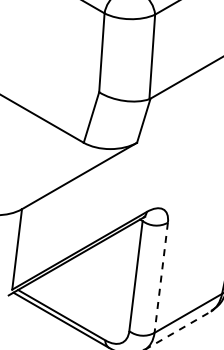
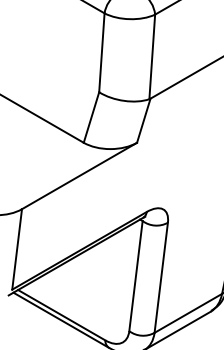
line at (161, 278): dashed -> solid
line at (178, 330): dashed -> solid
